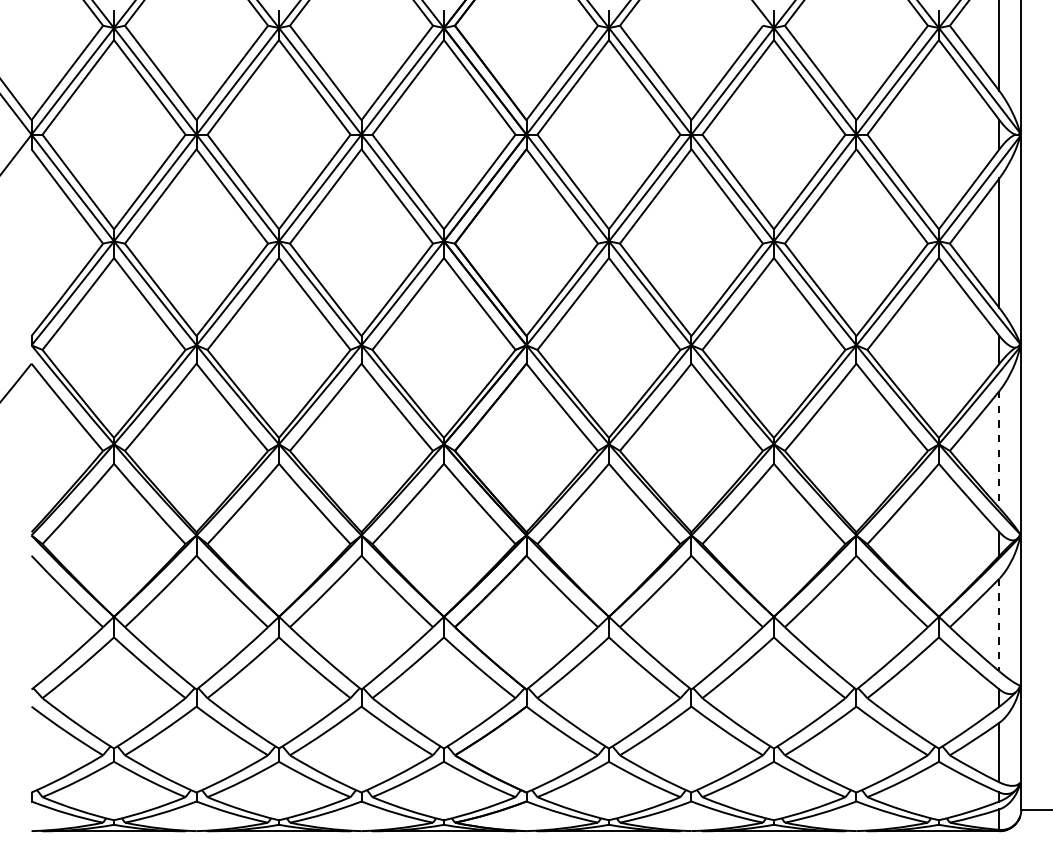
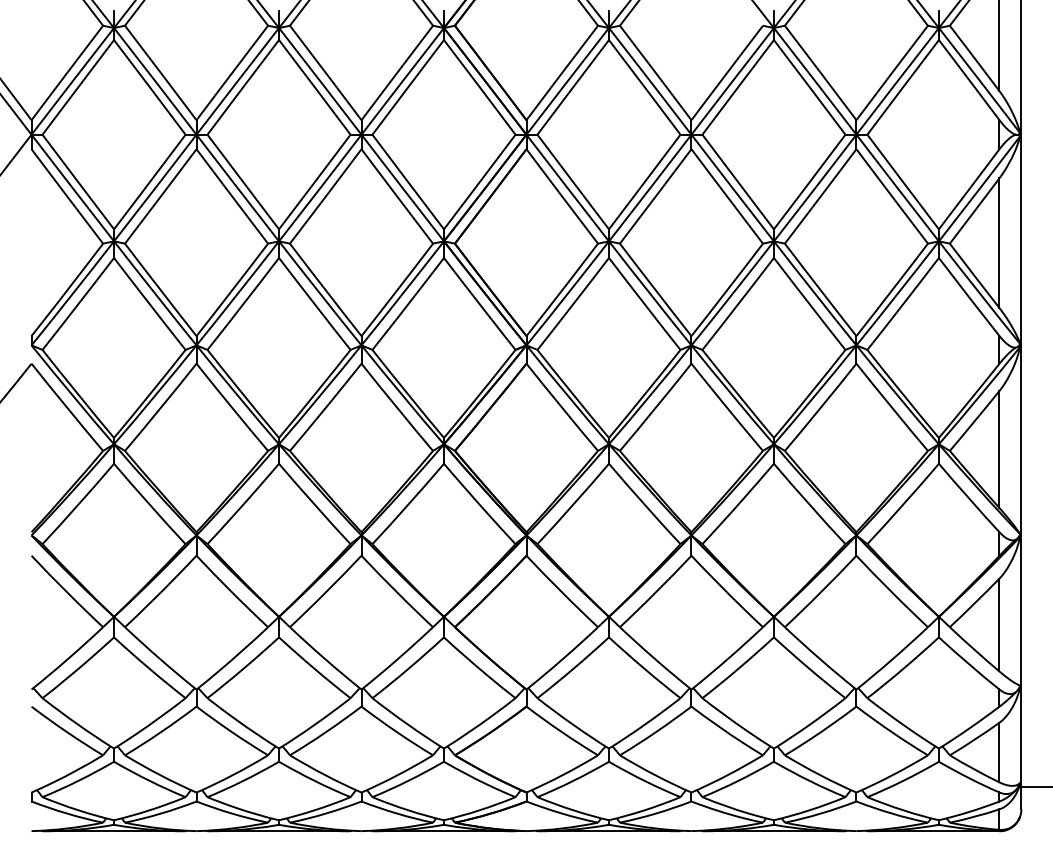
line at (999, 450): dashed -> solid
line at (999, 625): dashed -> solid
line at (1035, 810) position: (1035, 810) -> (1035, 787)
